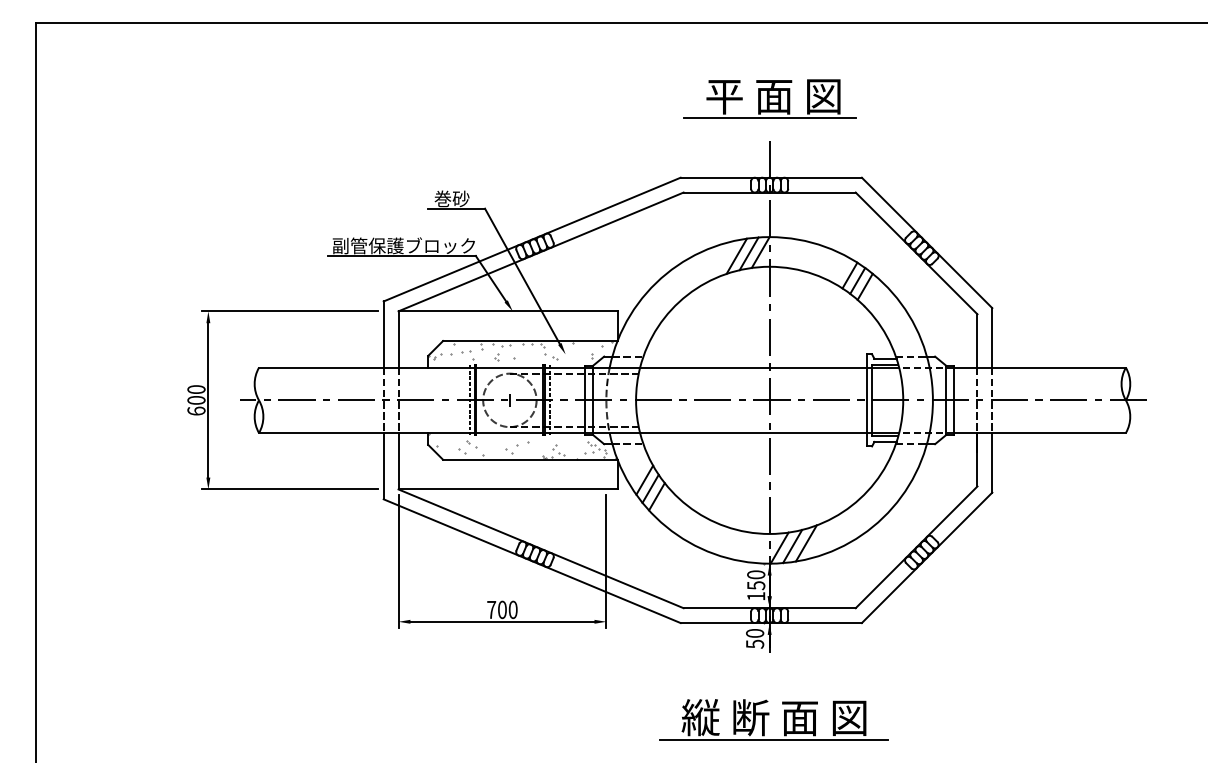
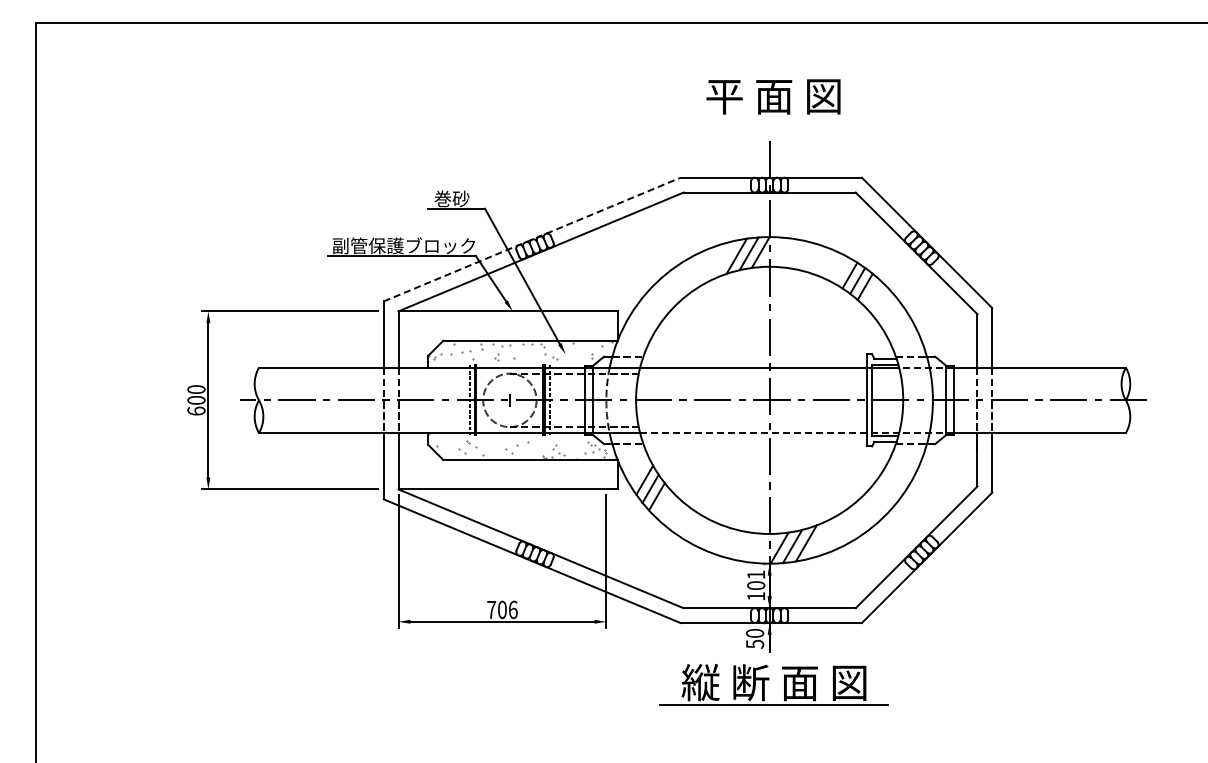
line at (769, 118): present -> none
line at (532, 239): solid -> dashed
line at (769, 433): solid -> dashed
text at (756, 580): 150 -> 101
text at (512, 609): 700 -> 706
part at (773, 719) position: (773, 719) -> (773, 684)
